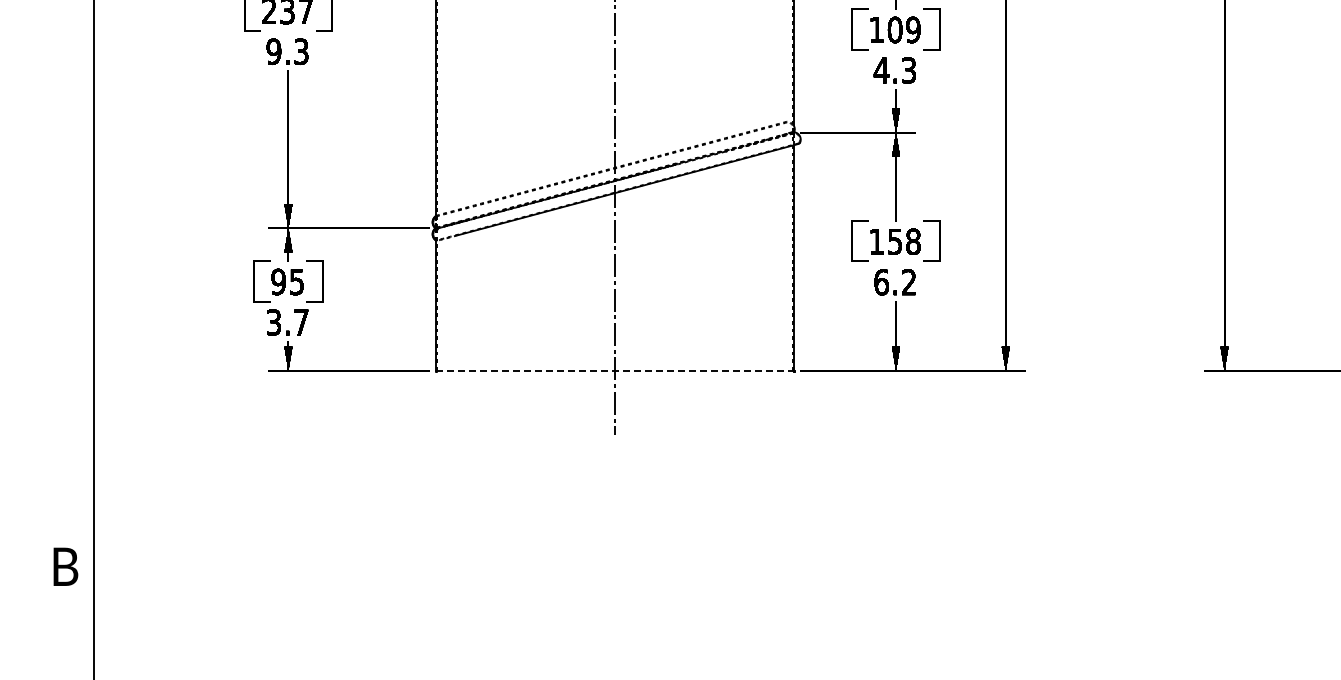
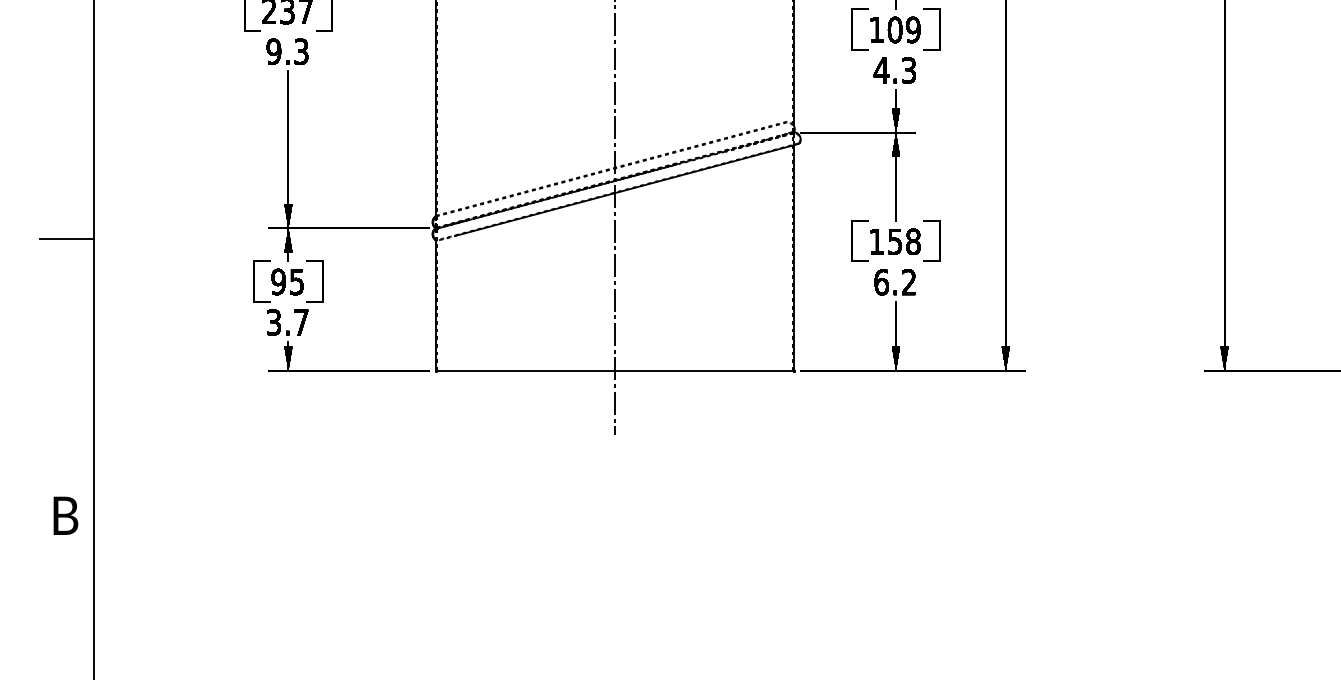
line at (66, 239): none -> present
line at (614, 370): dashed -> solid
text at (65, 566) position: (65, 566) -> (65, 515)
